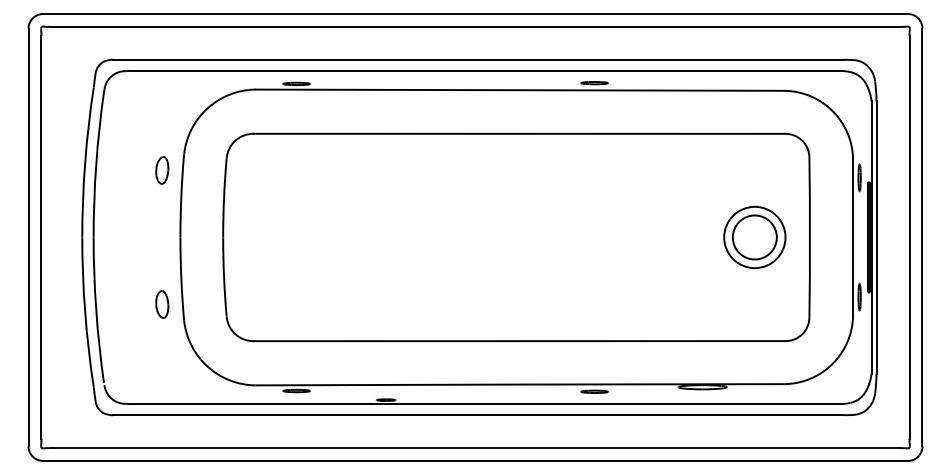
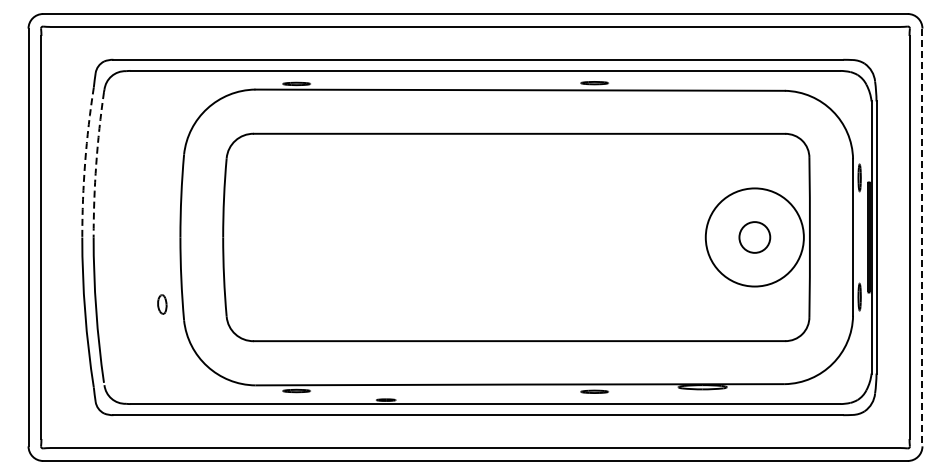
arc at (85, 162): solid -> dashed
arc at (96, 164): solid -> dashed
part at (162, 170): present -> none
circle at (754, 237) diameter: 44 px -> 31 px
circle at (754, 237) diameter: 61 px -> 98 px
line at (922, 237): solid -> dashed
part at (162, 304) size: 15x29 px -> 11x21 px
